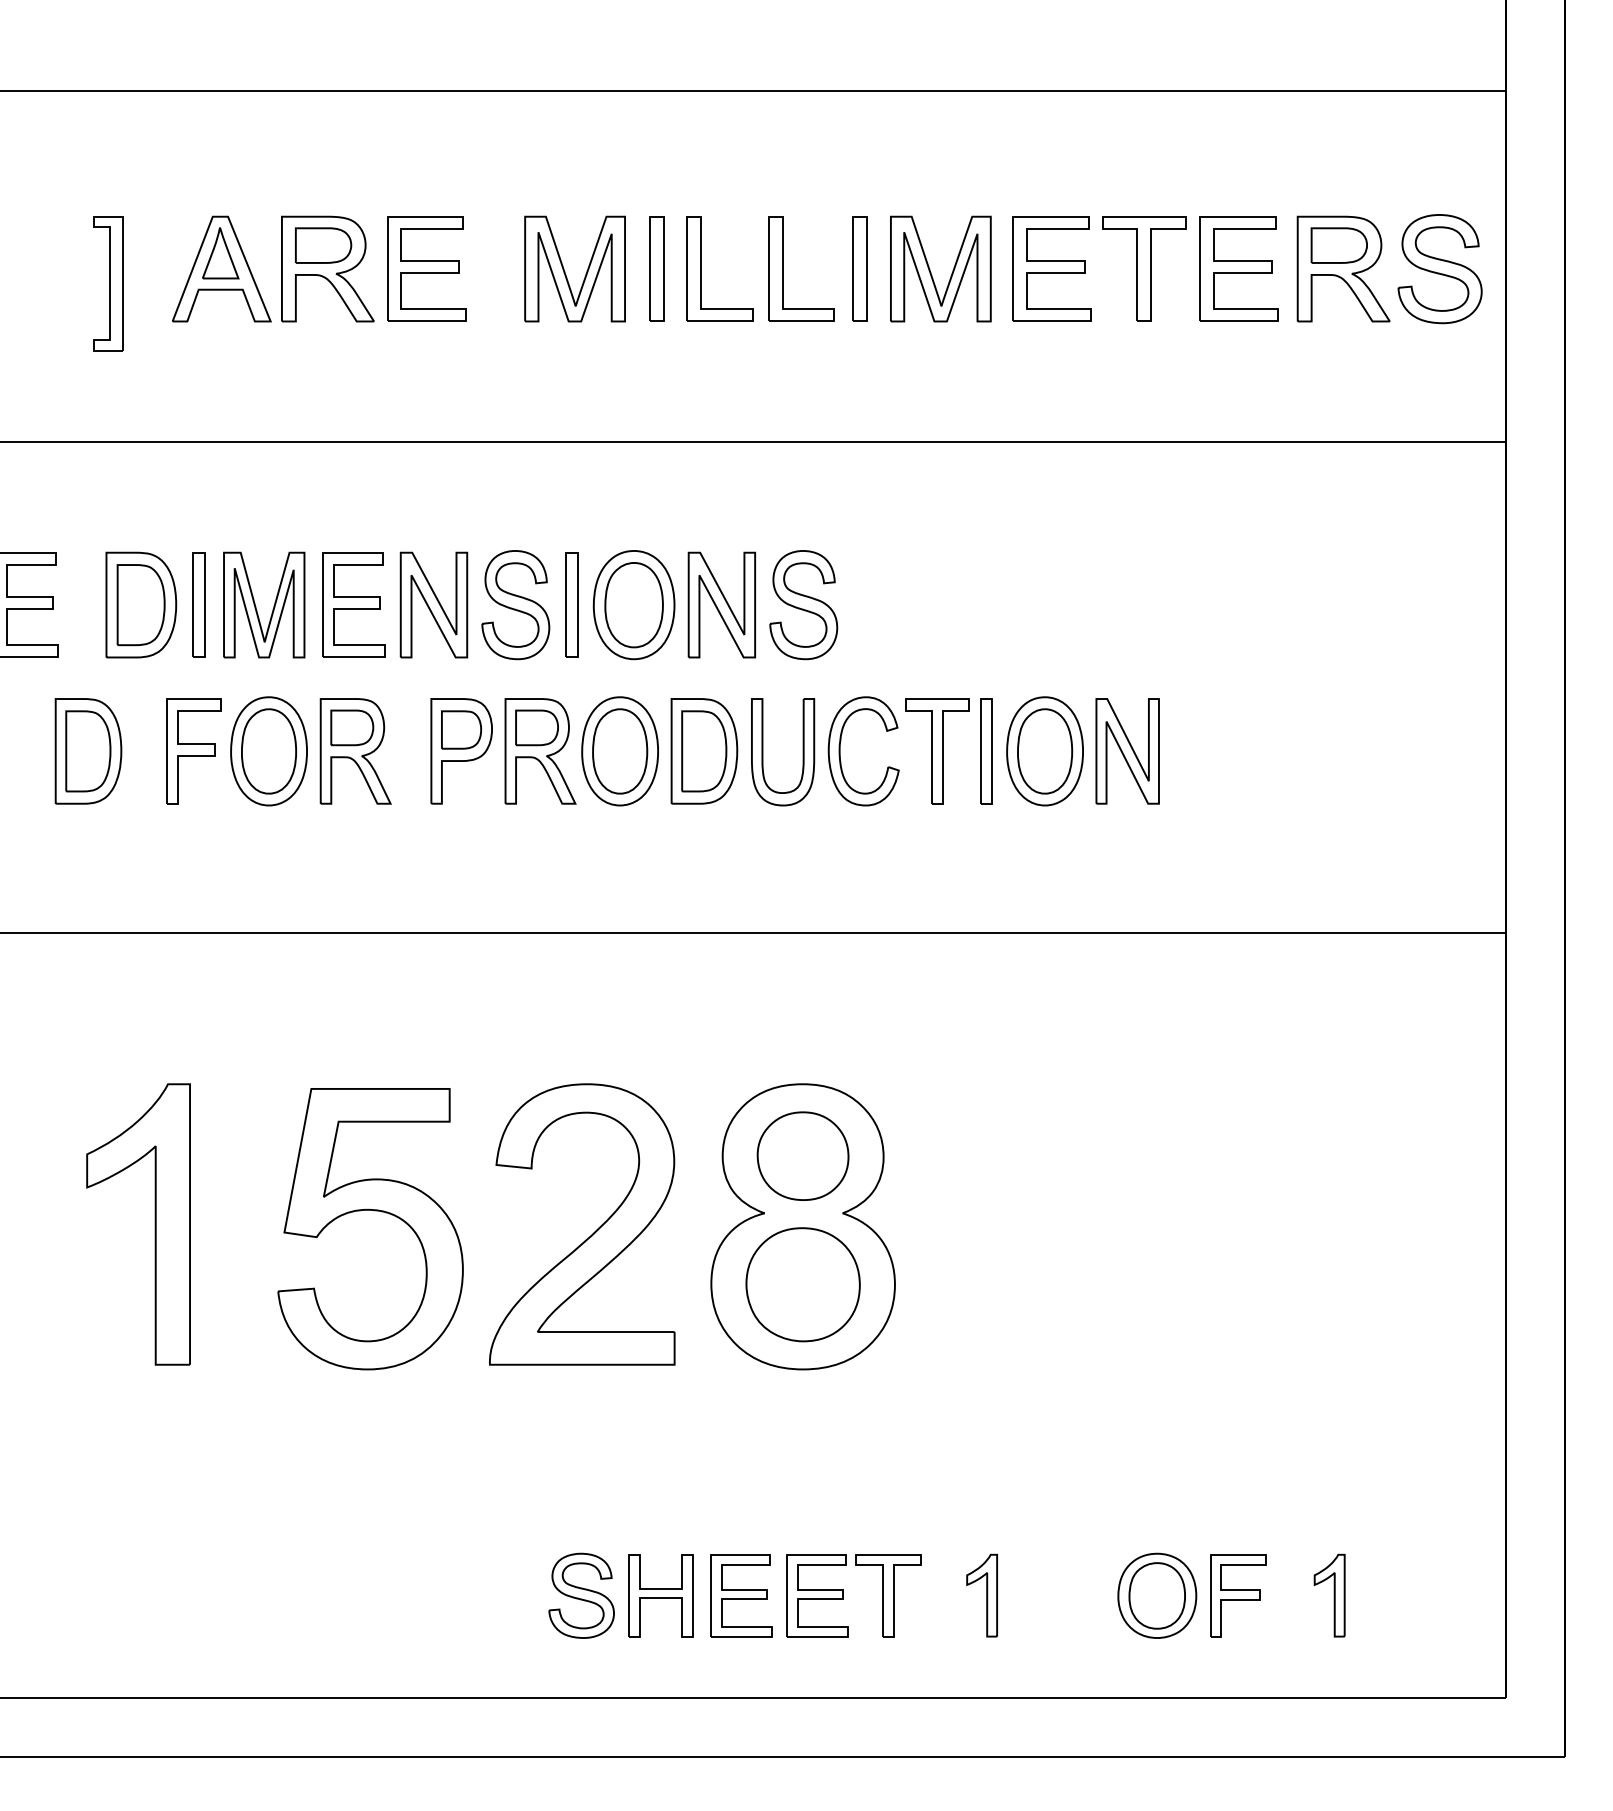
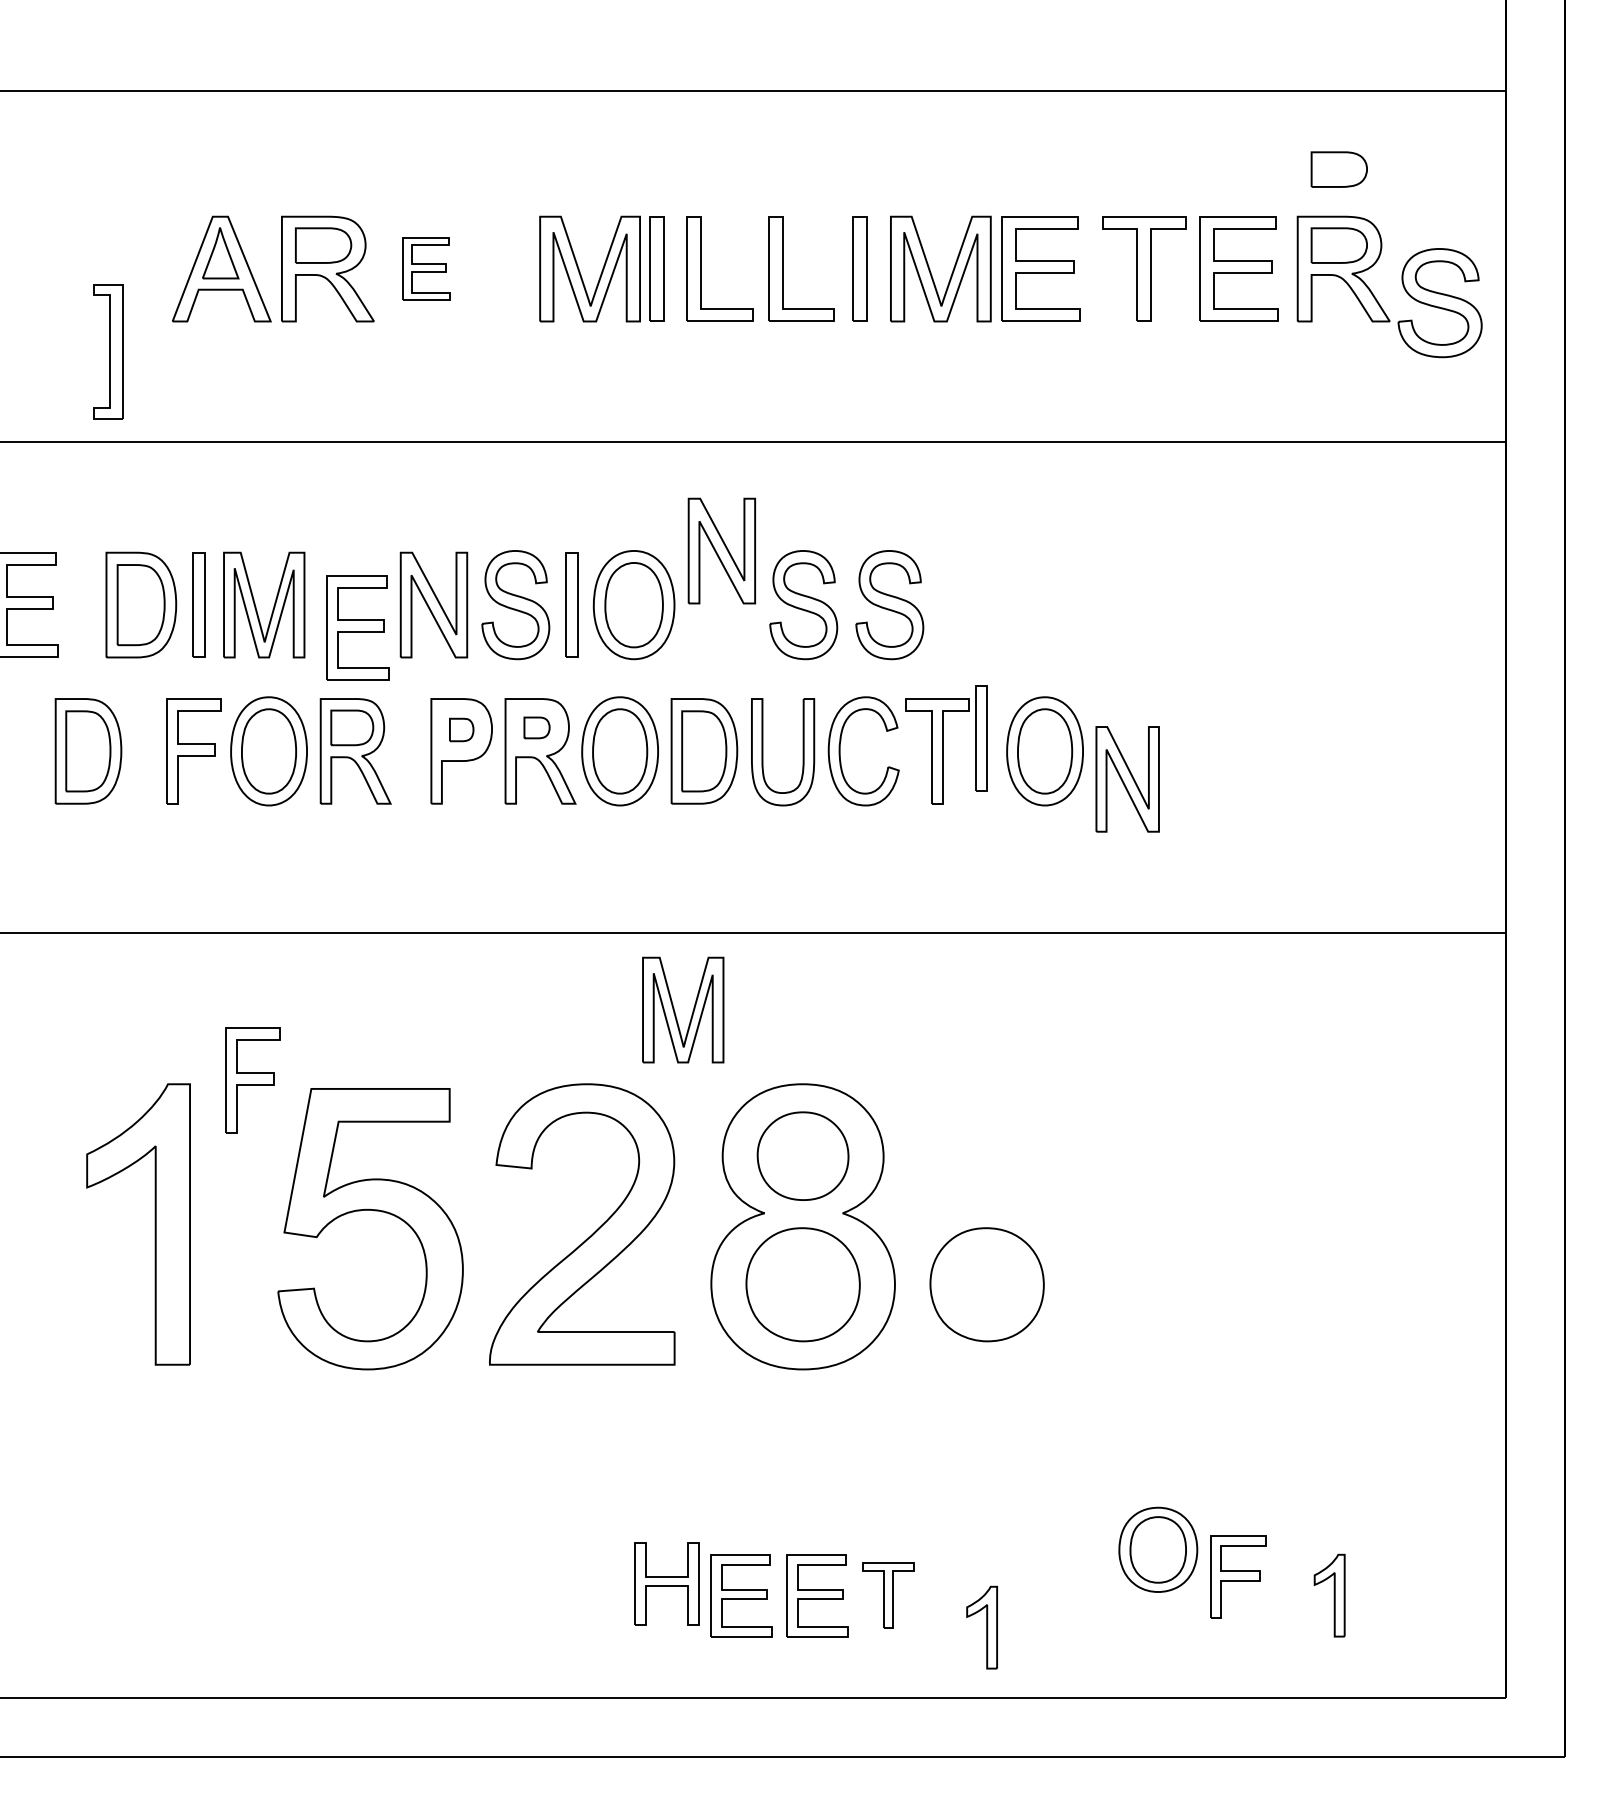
part at (1338, 169): none -> present
part at (426, 268) size: 80x106 px -> 49x64 px
part at (1051, 268) position: (1051, 268) -> (1040, 268)
part at (1439, 269) position: (1439, 269) -> (1439, 303)
part at (565, 271) position: (565, 271) -> (580, 271)
part at (108, 283) position: (108, 283) -> (108, 351)
part at (353, 604) position: (353, 604) -> (357, 627)
part at (721, 604) position: (721, 604) -> (721, 550)
part at (889, 605): none -> present
part at (536, 727) size: 44x38 px -> 28x24 px
part at (461, 729) size: 42x40 px -> 26x26 px
part at (986, 751) position: (986, 751) -> (981, 738)
part at (1127, 751) position: (1127, 751) -> (1127, 779)
part at (675, 1011): none -> present
part at (252, 1080): none -> present
part at (986, 1284): none -> present
part at (581, 1595): present -> none
part at (660, 1595) position: (660, 1595) -> (666, 1583)
part at (888, 1595) size: 67x84 px -> 53x67 px
part at (981, 1595) position: (981, 1595) -> (981, 1627)
part at (1157, 1595) position: (1157, 1595) -> (1158, 1549)
part at (1238, 1595) position: (1238, 1595) -> (1238, 1576)
